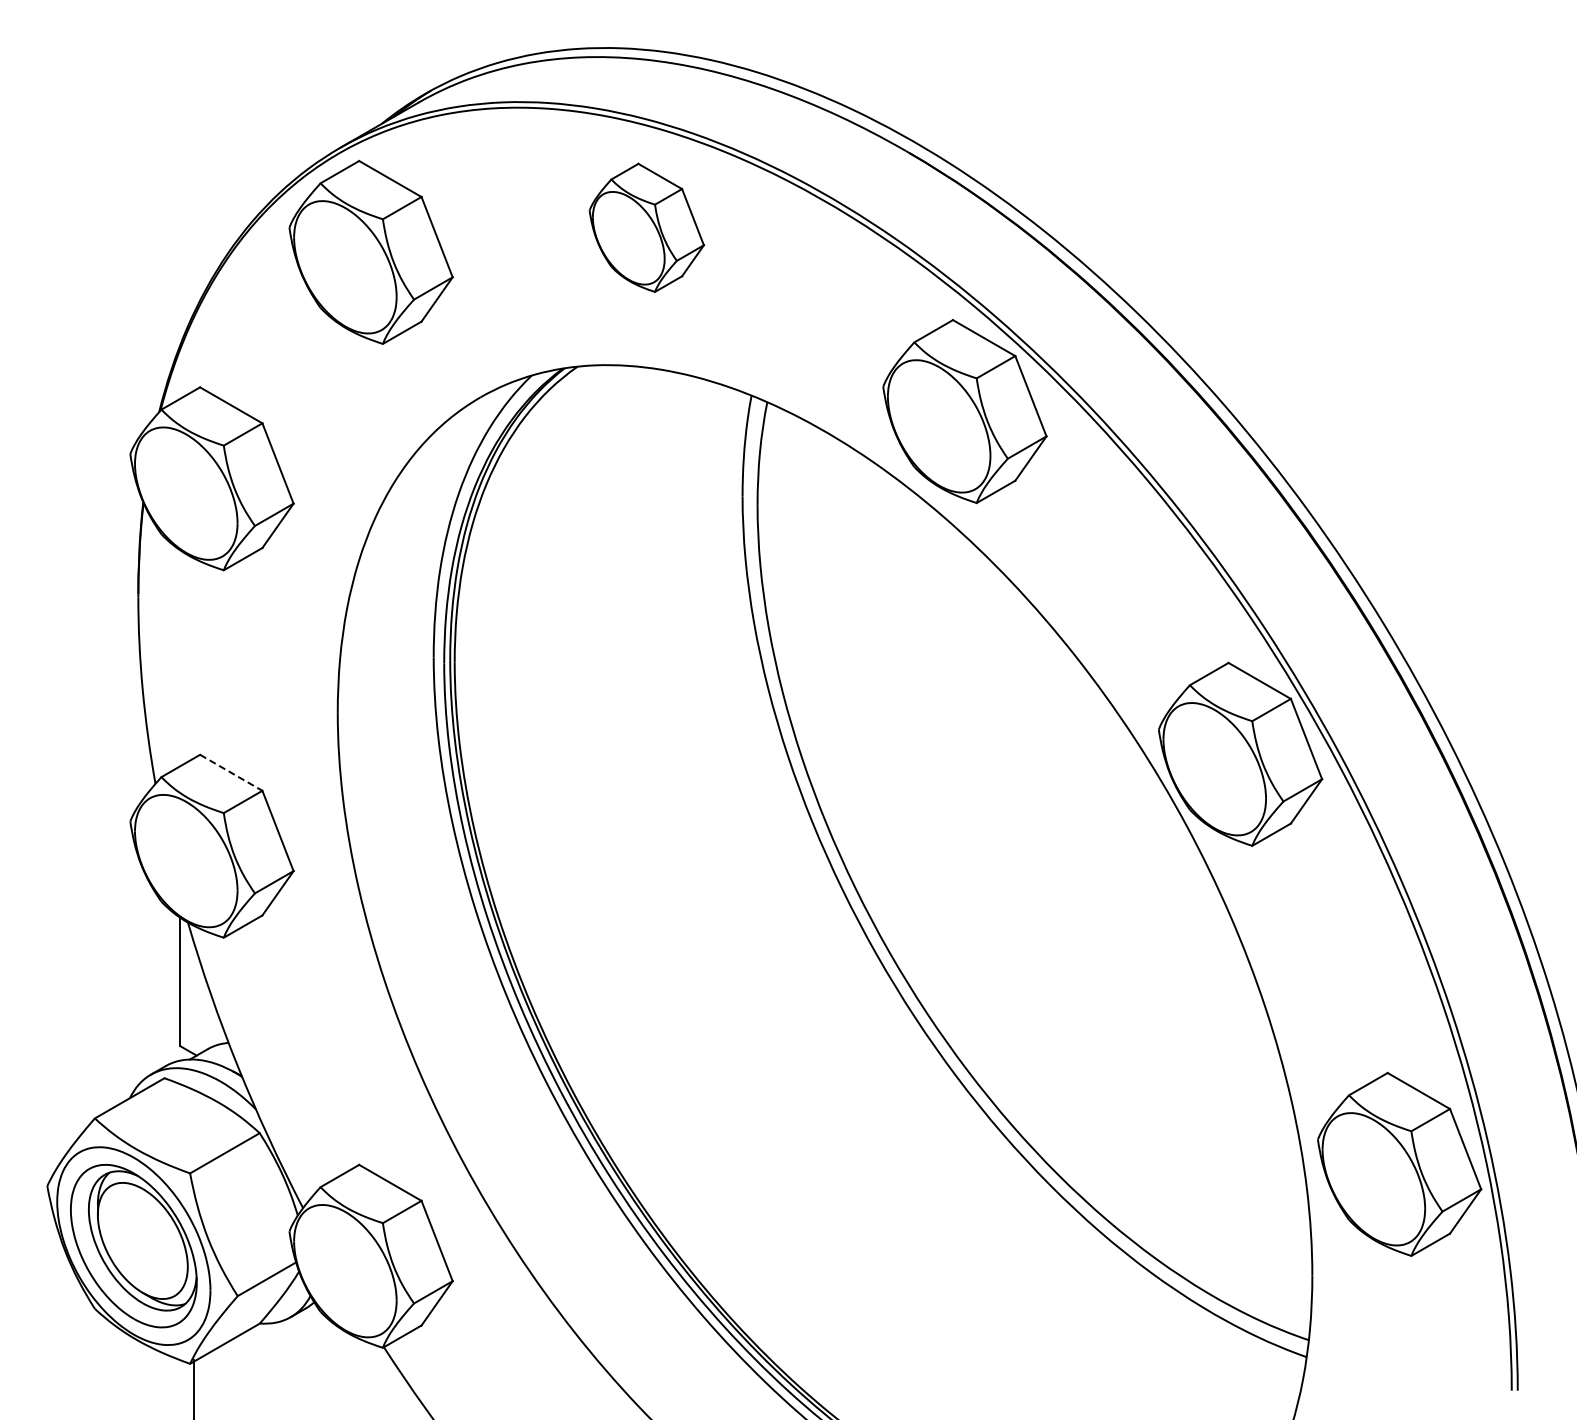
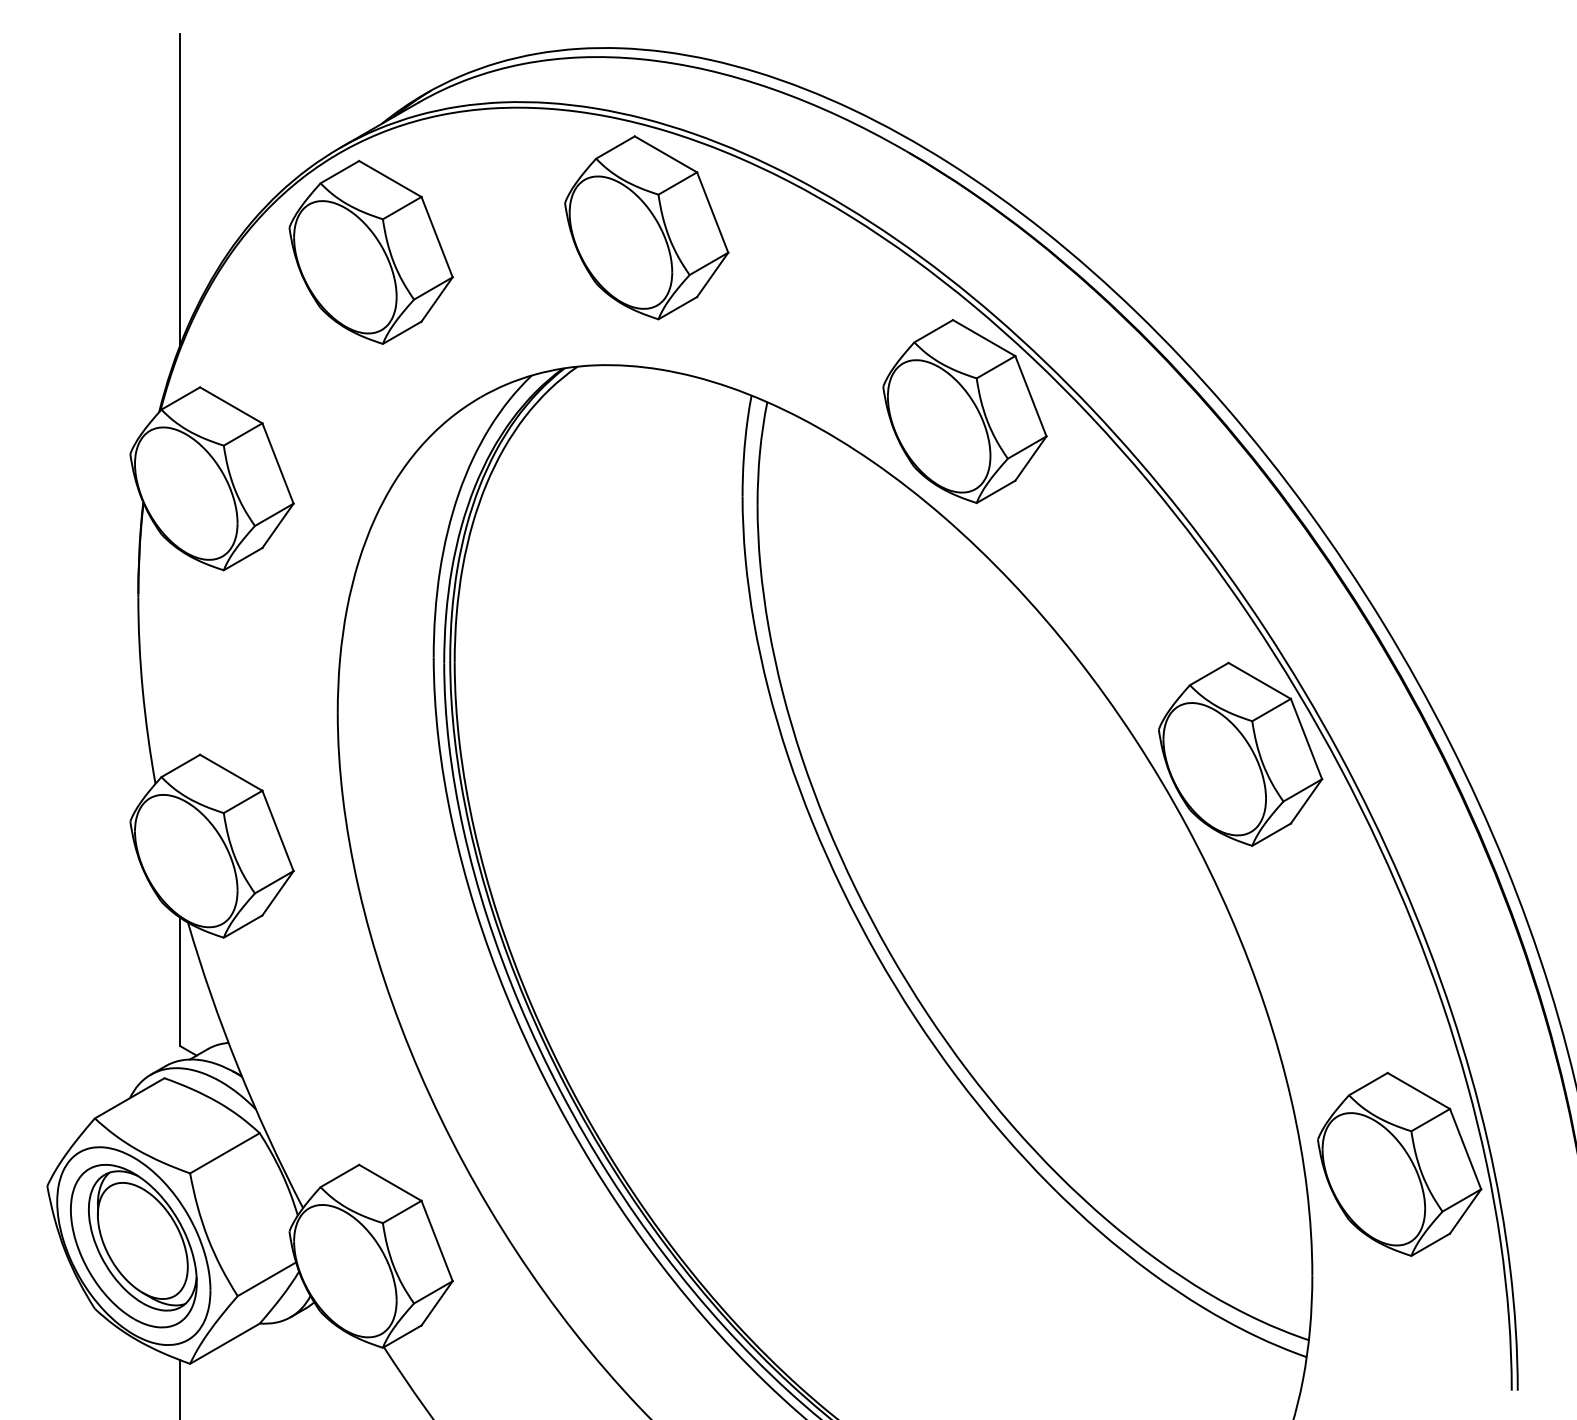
line at (180, 189): none -> present
part at (646, 227) size: 118x131 px -> 166x186 px
line at (231, 772): dashed -> solid
line at (194, 1388) position: (194, 1388) -> (180, 1388)
